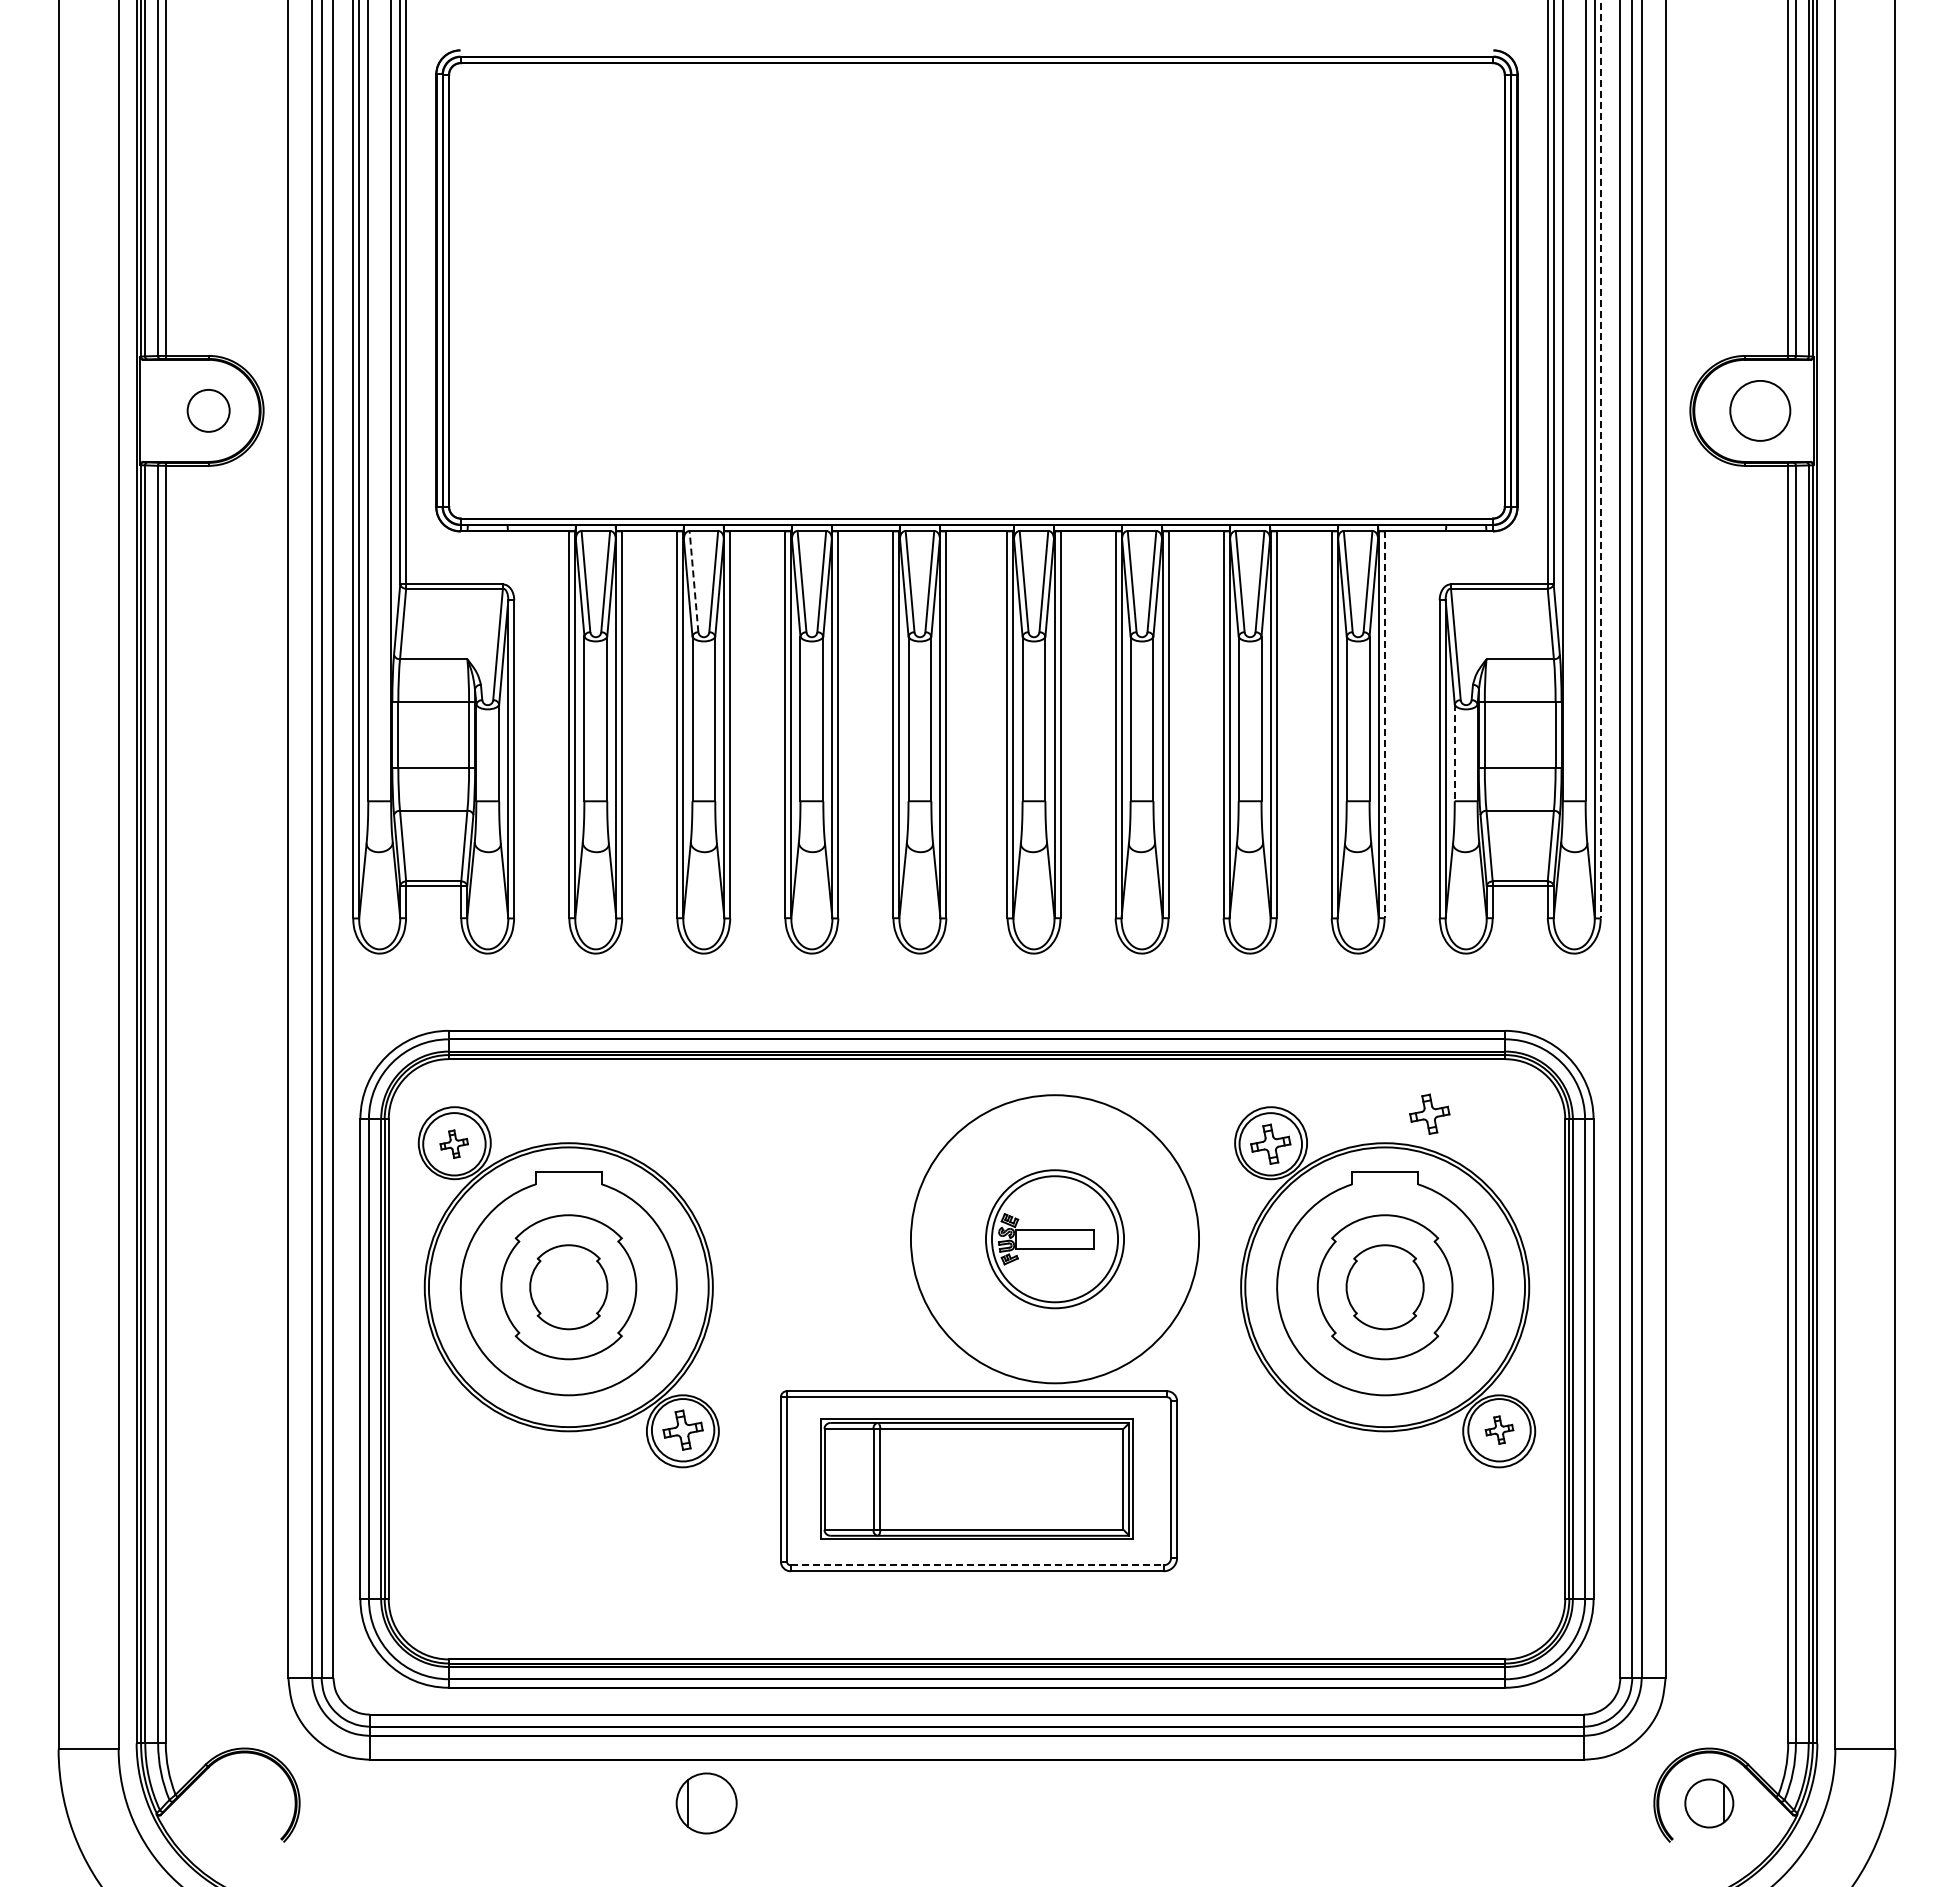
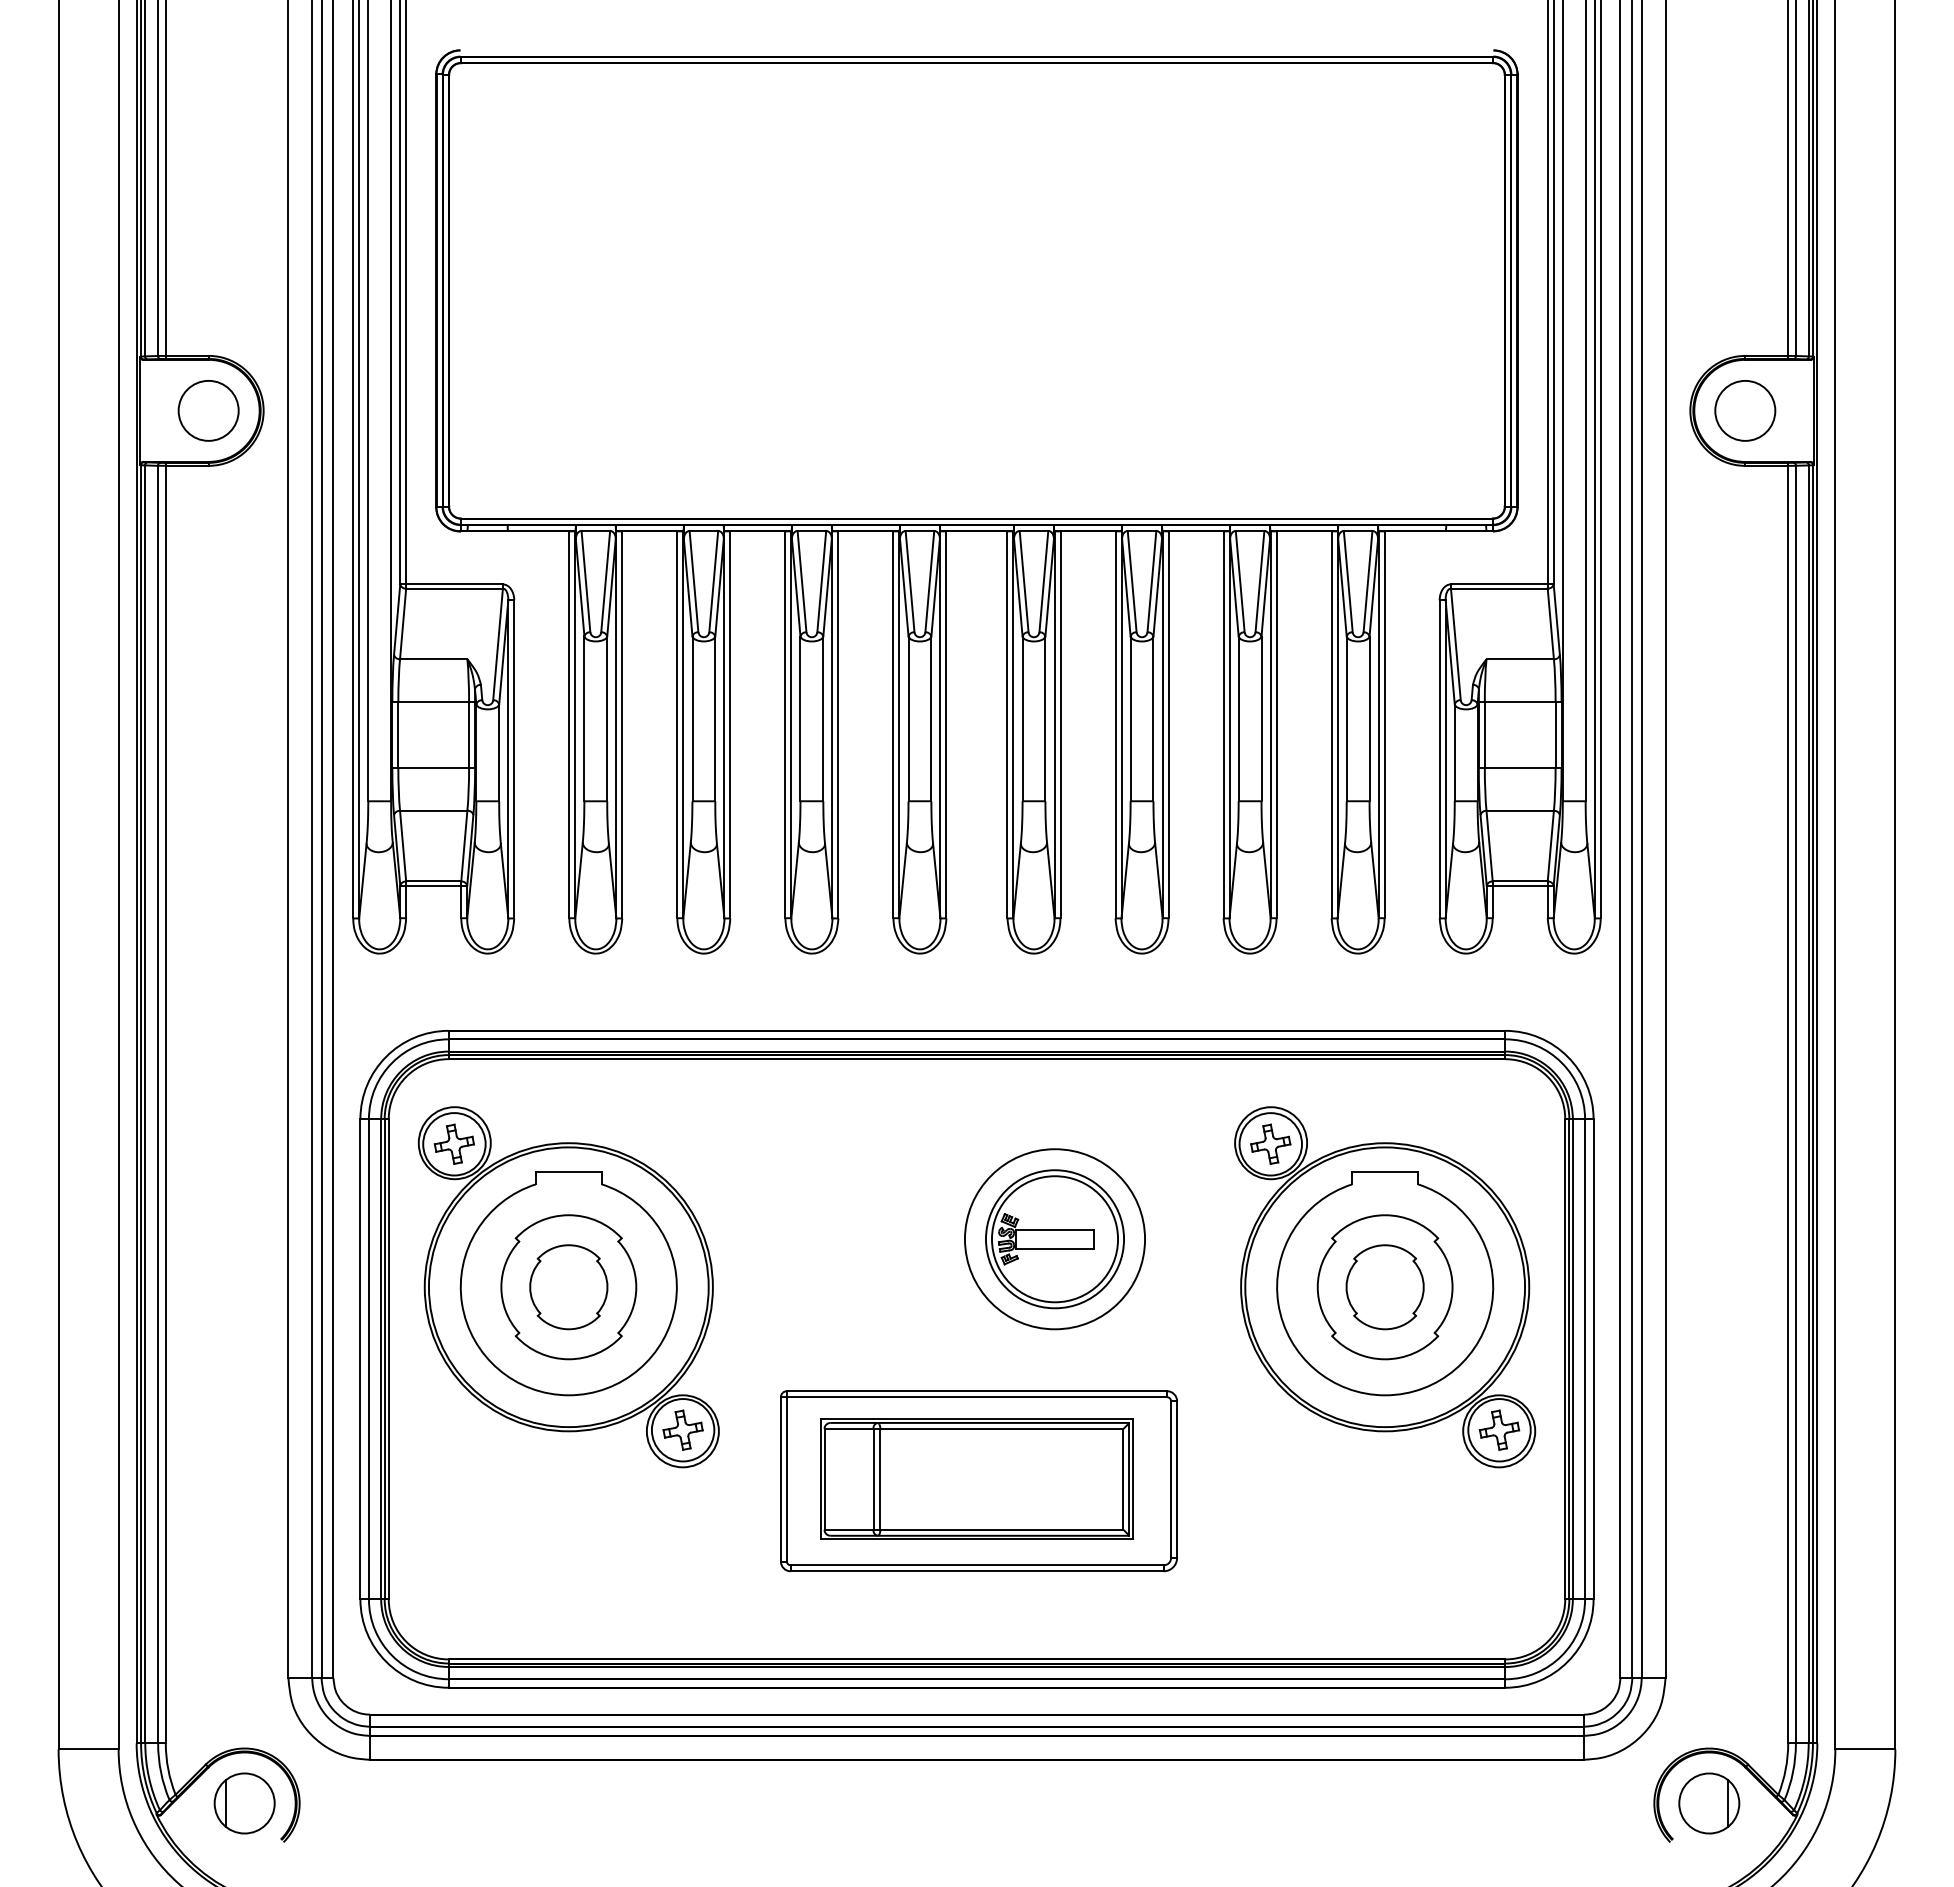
circle at (208, 410) diameter: 42 px -> 60 px
circle at (1760, 410) position: (1760, 410) -> (1745, 410)
line at (1600, 459): dashed -> solid
line at (693, 581): dashed -> solid
line at (1384, 725): dashed -> solid
line at (1454, 753): dashed -> solid
part at (1429, 1113): present -> none
part at (453, 1143) size: 30x30 px -> 42x42 px
circle at (1054, 1239) diameter: 288 px -> 180 px
part at (1499, 1429) size: 31x30 px -> 43x42 px
line at (977, 1565): dashed -> solid
part at (706, 1803) position: (706, 1803) -> (244, 1803)
part at (1709, 1803) size: 51x51 px -> 63x63 px
